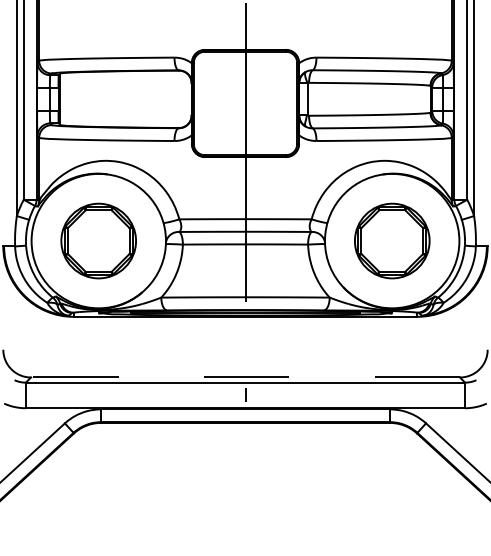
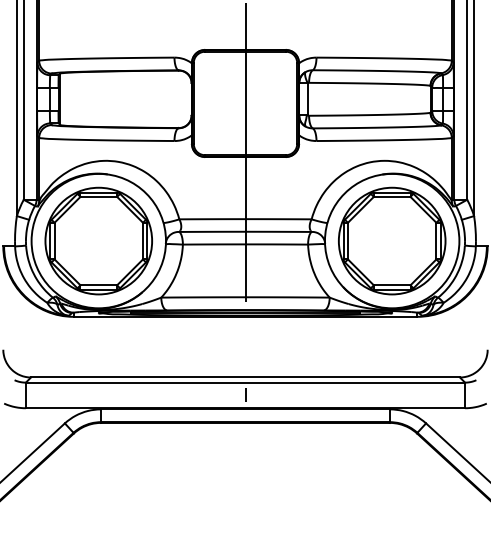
part at (98, 240) size: 77x78 px -> 109x110 px
part at (392, 240) size: 77x78 px -> 109x110 px
line at (245, 377): dashed -> solid
